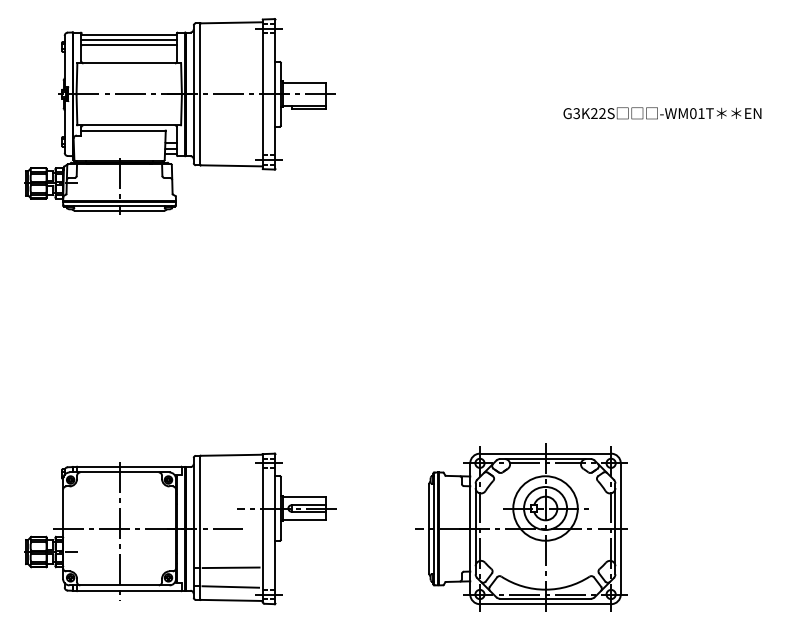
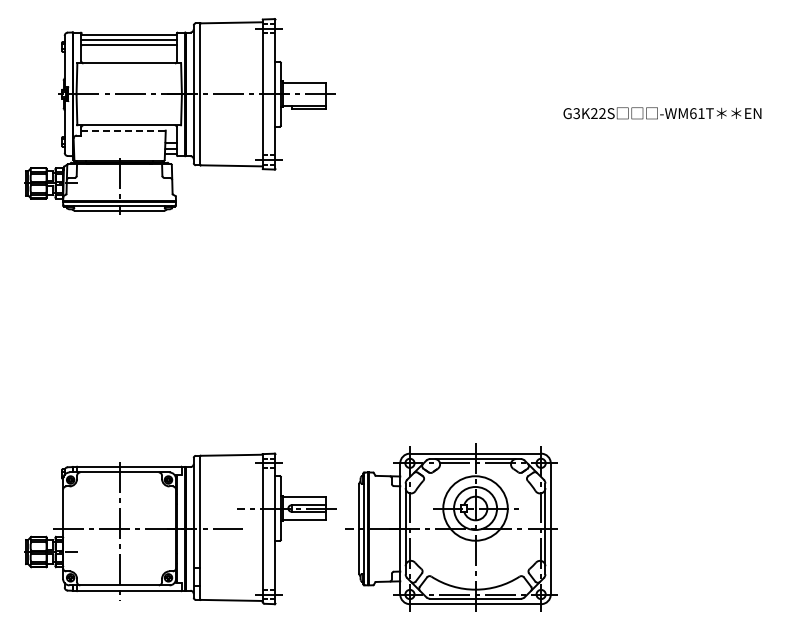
text at (693, 113): -WM01T -> -WM61T
line at (124, 130): solid -> dashed
part at (521, 527) position: (521, 527) -> (451, 527)
line at (230, 567): present -> none
line at (230, 586): present -> none
